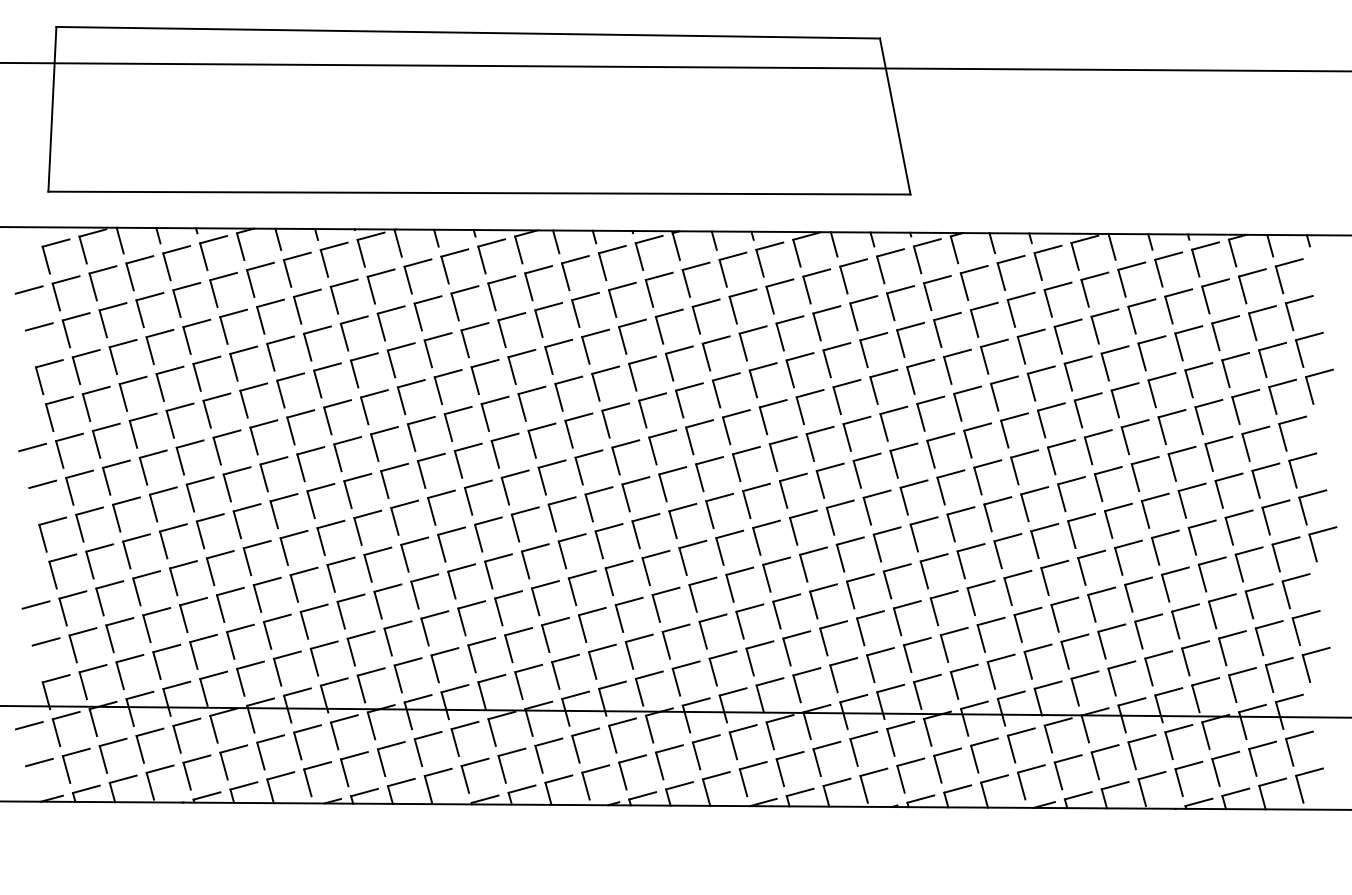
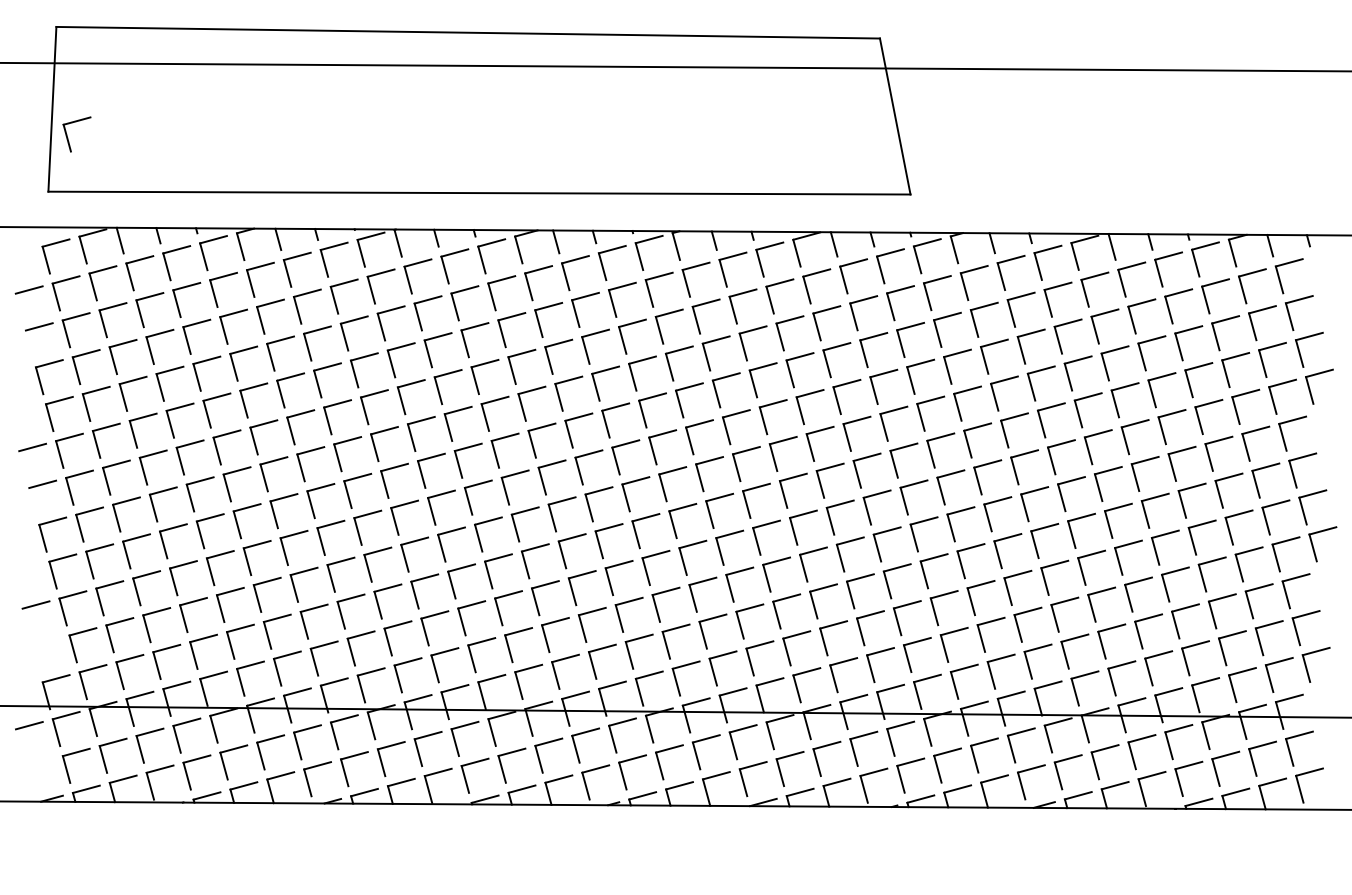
part at (68, 137): none -> present
line at (45, 641): present -> none
line at (39, 762): present -> none
